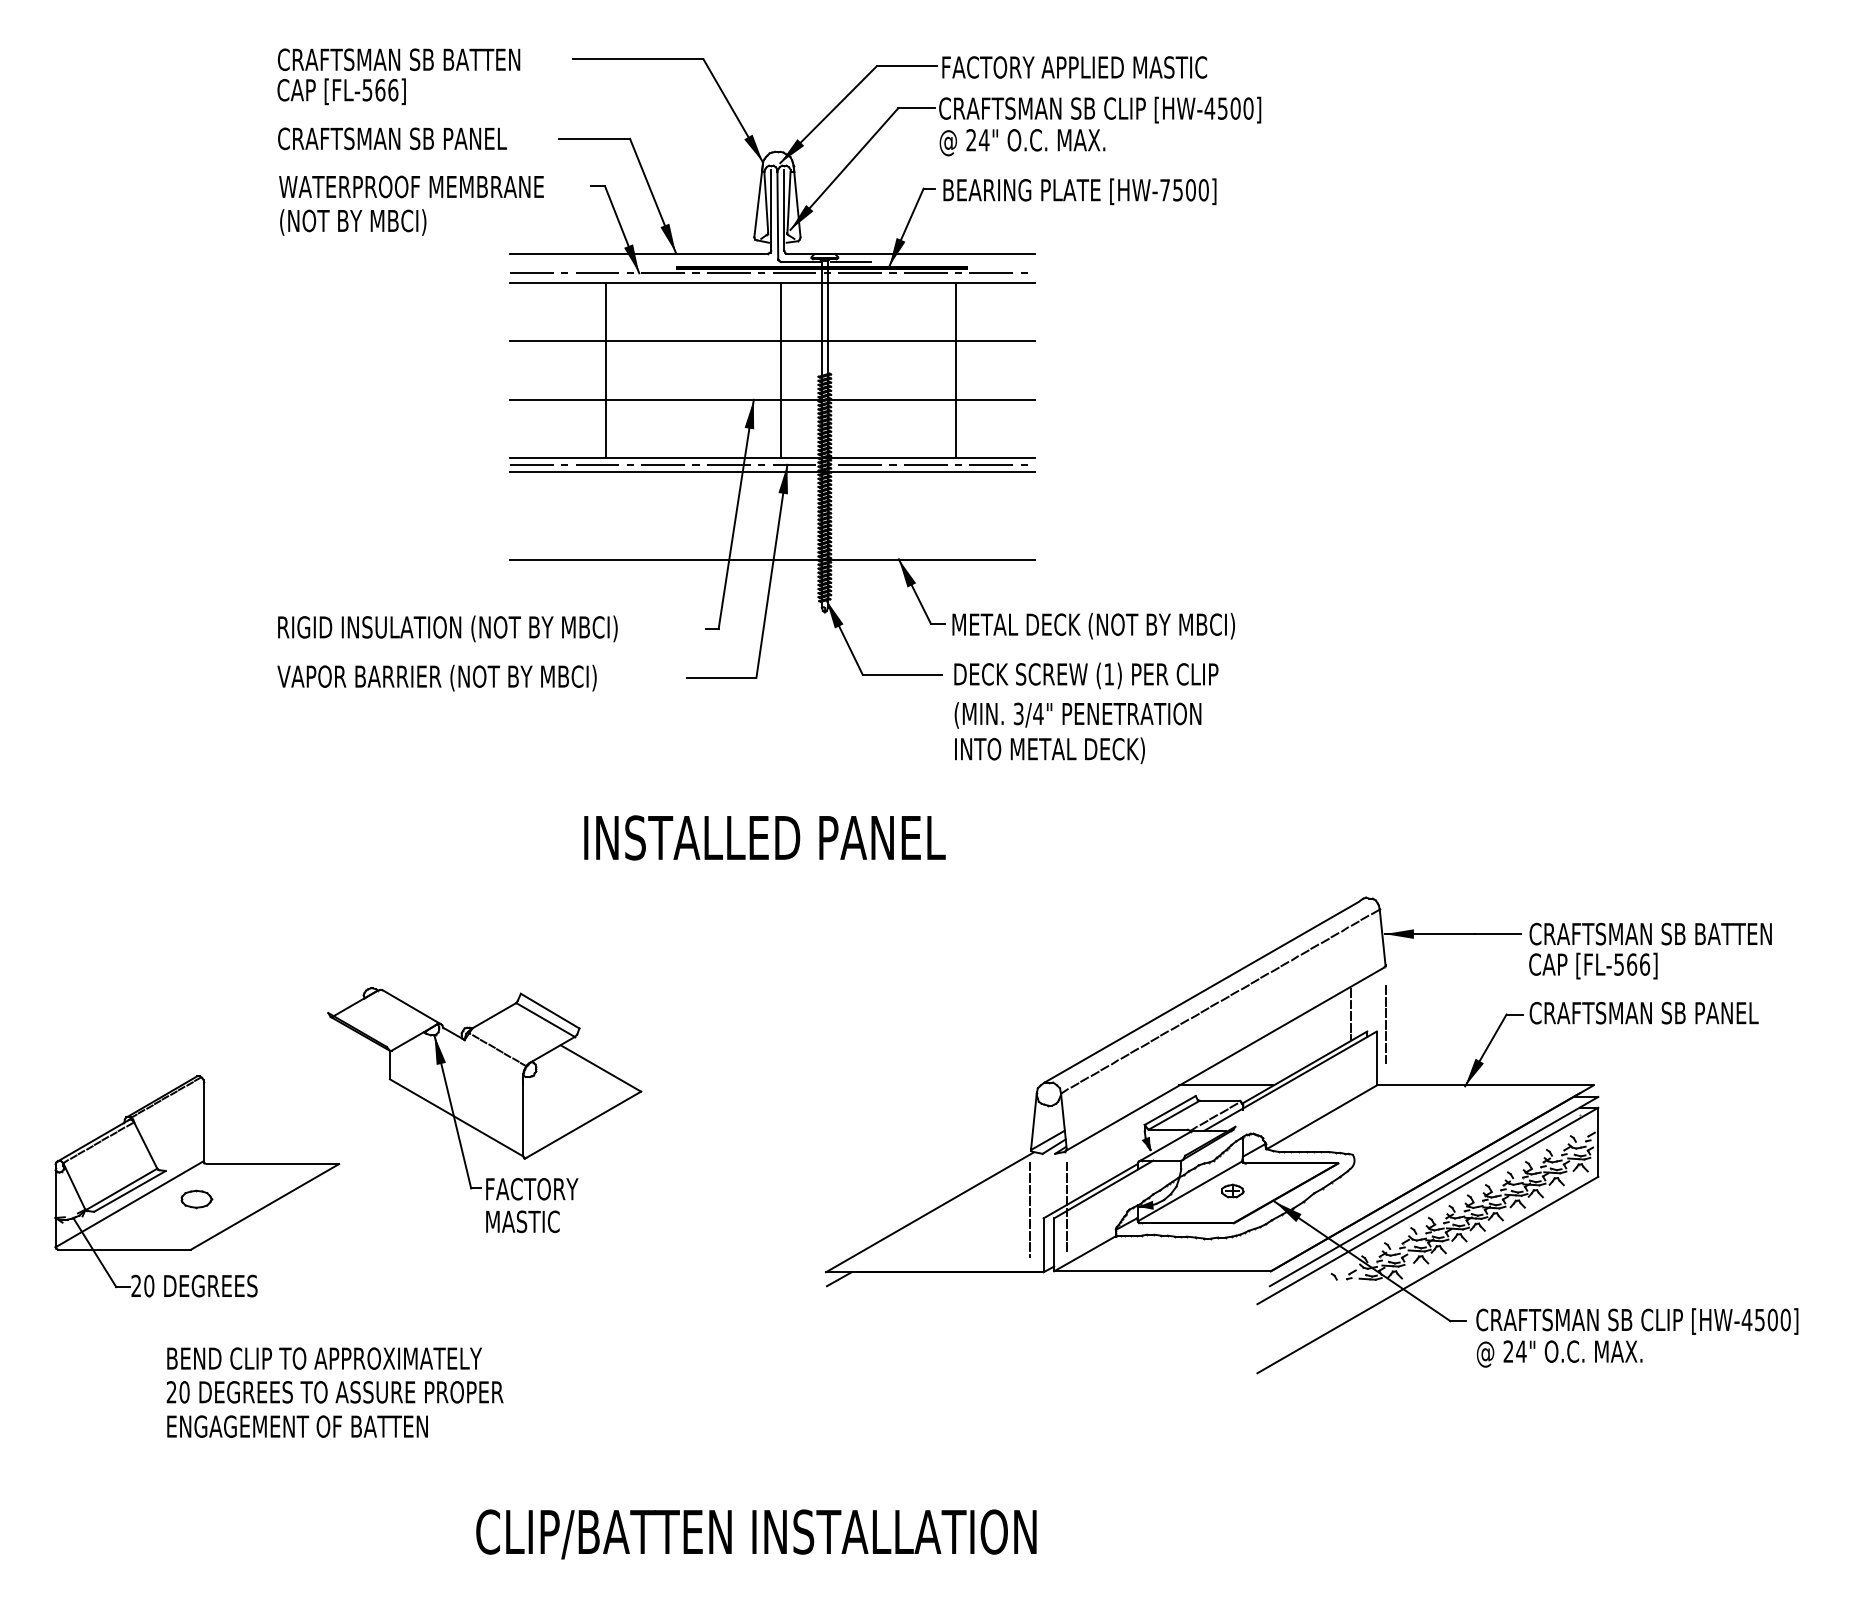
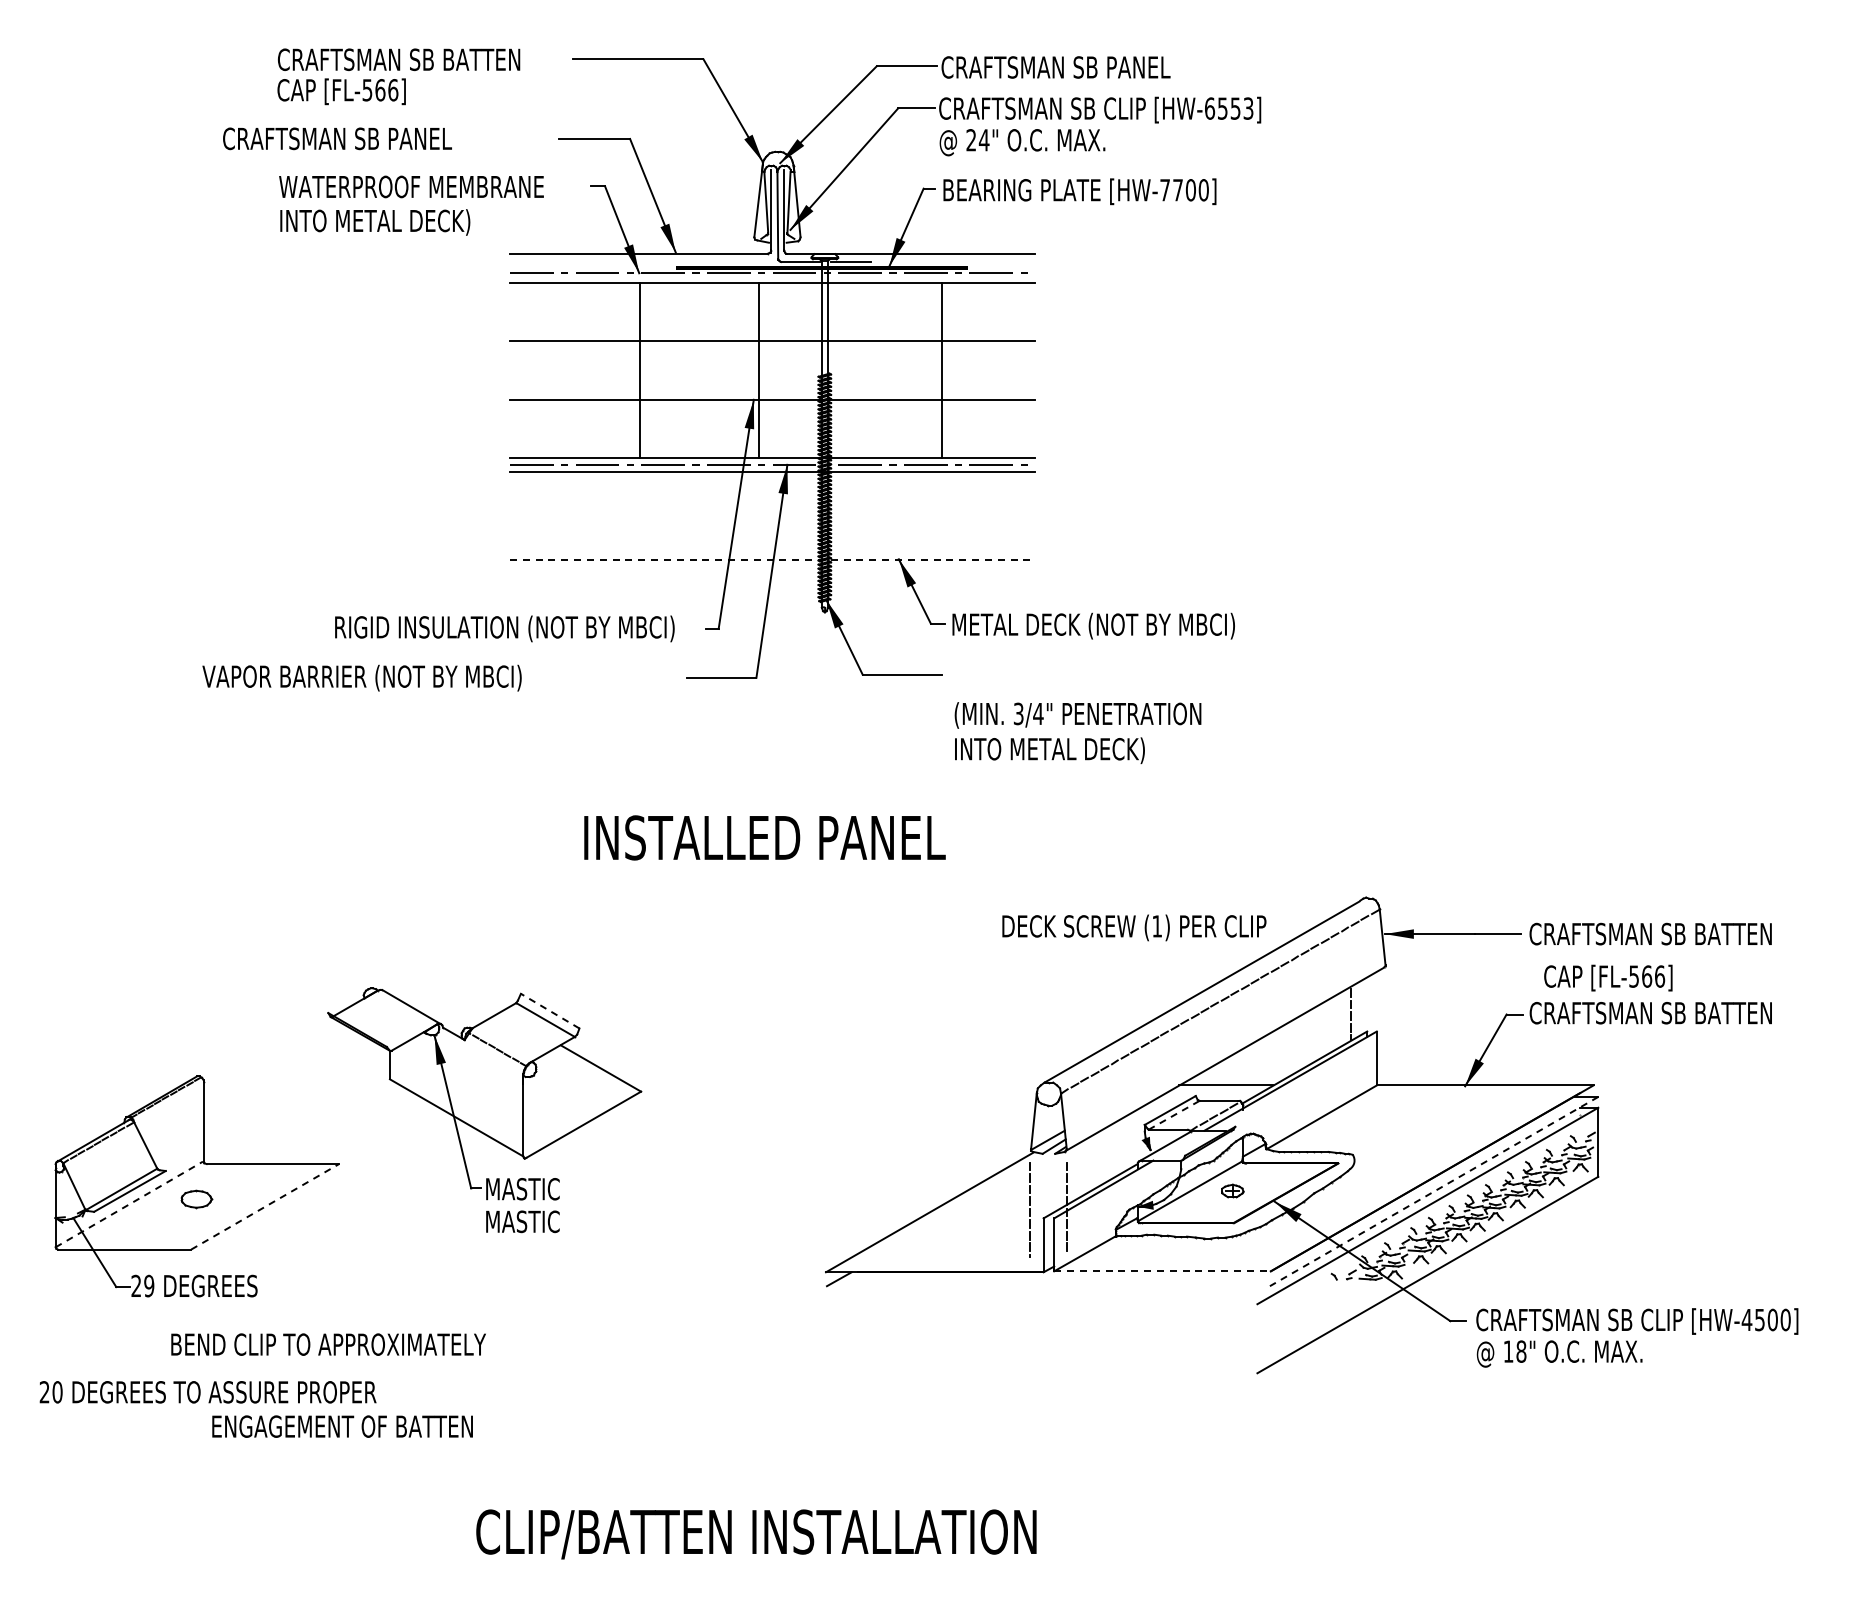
text at (1074, 67): FACTORY APPLIED MASTIC -> CRAFTSMAN SB PANEL
text at (1228, 108): [HW-4500] -> [HW-6553]
text at (392, 138) position: (392, 138) -> (337, 138)
text at (1177, 190): [HW-7500] -> [HW-7700]
text at (375, 222): (NOT BY MBCI) -> INTO METAL DECK)
line at (606, 369) position: (606, 369) -> (640, 369)
line at (781, 369) position: (781, 369) -> (759, 369)
line at (956, 369) position: (956, 369) -> (942, 369)
line at (772, 560): solid -> dashed
text at (447, 628) position: (447, 628) -> (504, 628)
text at (1086, 675) position: (1086, 675) -> (1134, 927)
text at (436, 677) position: (436, 677) -> (361, 677)
text at (1593, 965) position: (1593, 965) -> (1608, 977)
line at (549, 1010): solid -> dashed
text at (1734, 1013): CRAFTSMAN SB PANEL -> CRAFTSMAN SB BATTEN
line at (1385, 1024): present -> none
line at (1174, 1115): solid -> dashed
text at (533, 1189): FACTORY -> MASTIC
line at (1434, 1191): solid -> dashed
line at (129, 1204): solid -> dashed
line at (265, 1206): solid -> dashed
line at (1163, 1271): solid -> dashed
text at (149, 1286): 20 -> 29
text at (1514, 1351): 24" -> 18"
text at (324, 1358) position: (324, 1358) -> (328, 1344)
text at (334, 1392) position: (334, 1392) -> (207, 1392)
text at (297, 1426) position: (297, 1426) -> (342, 1426)
